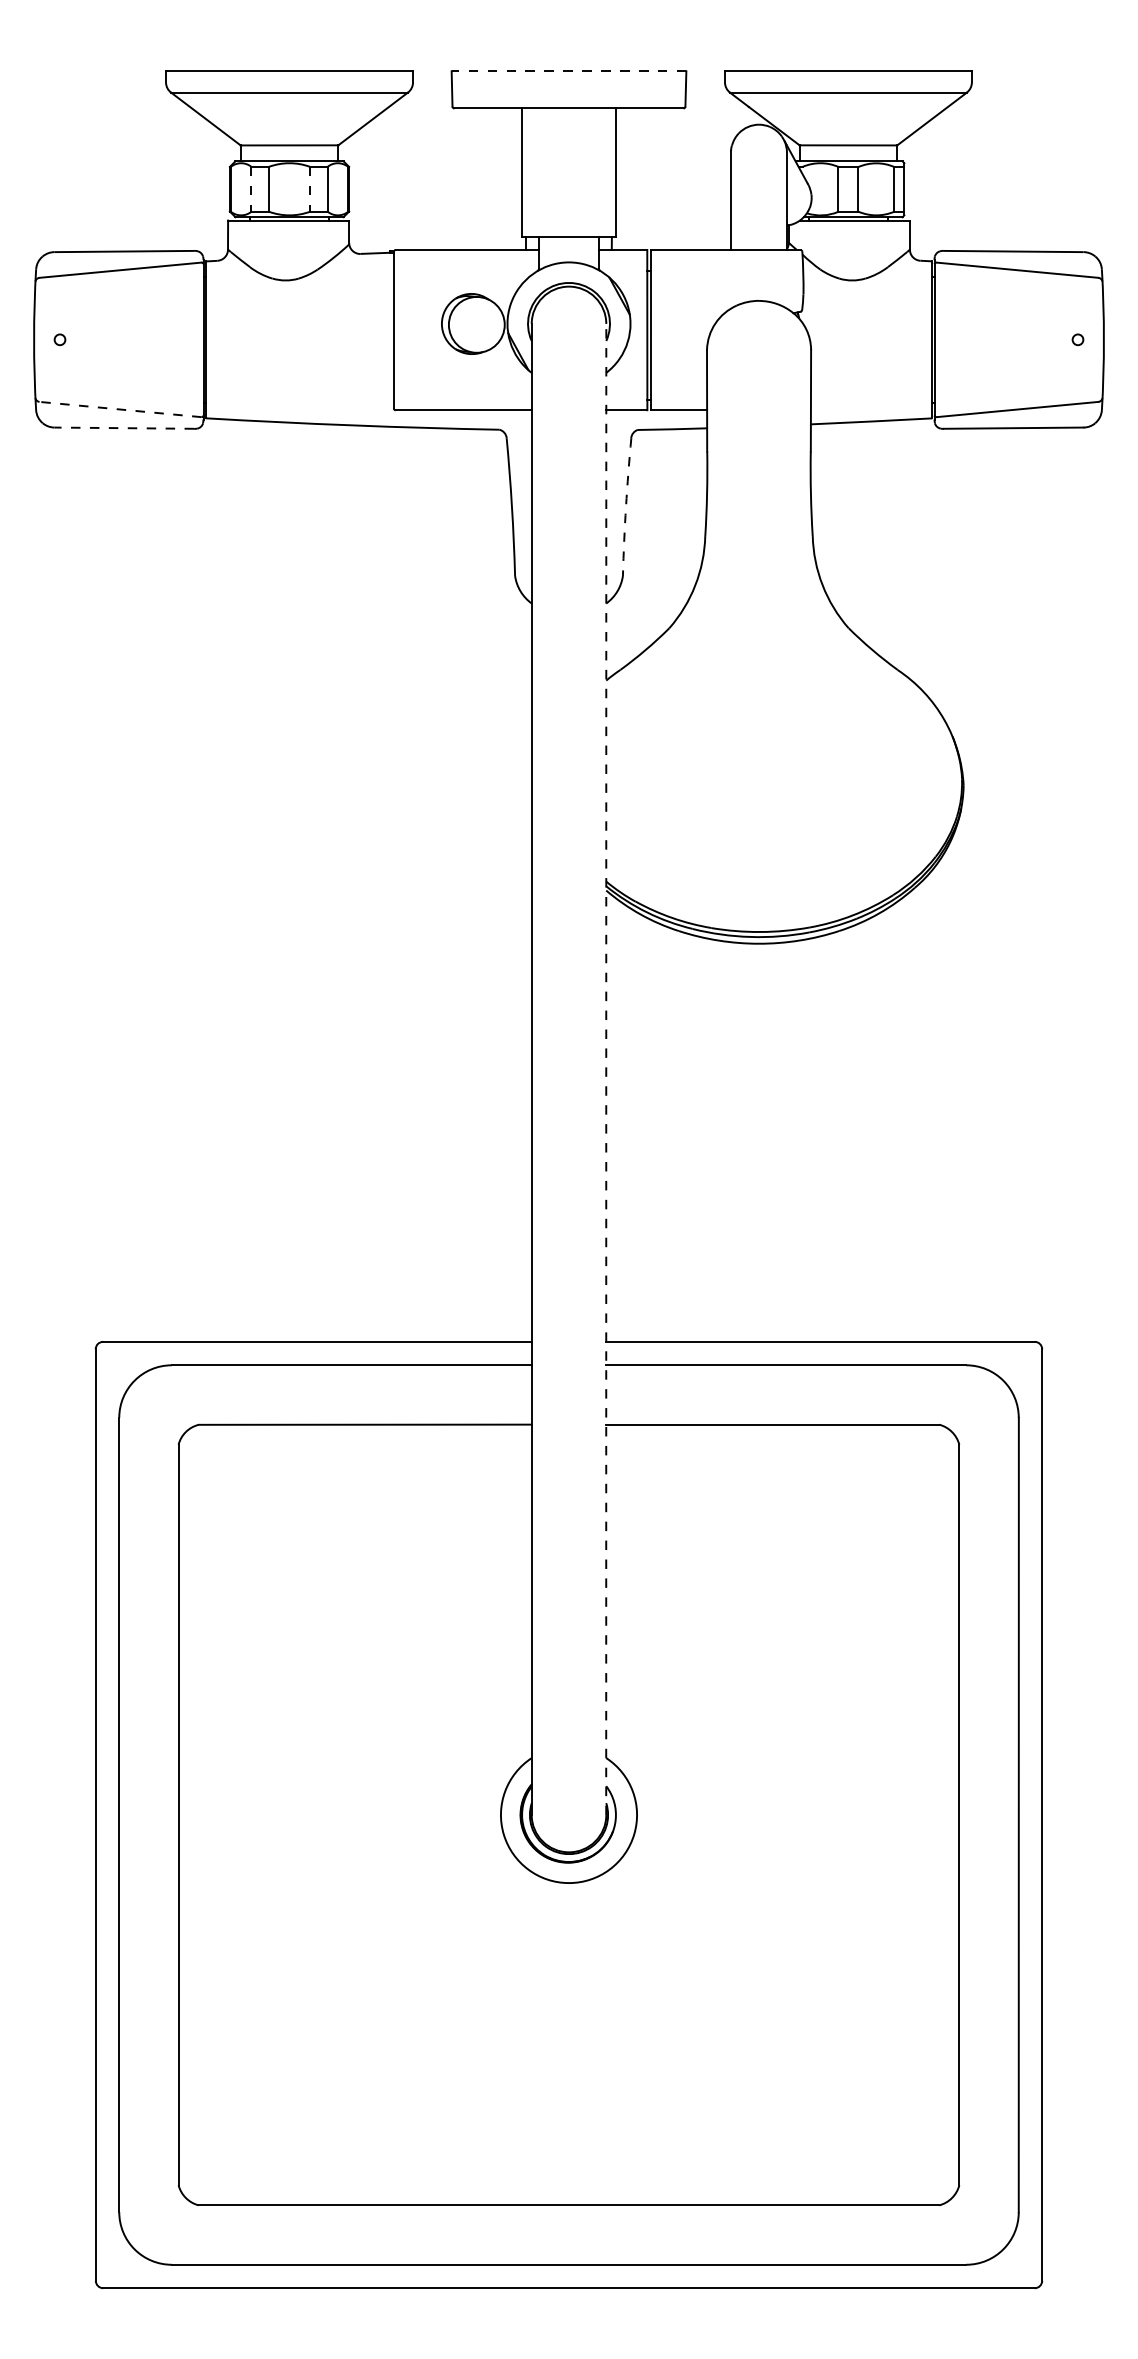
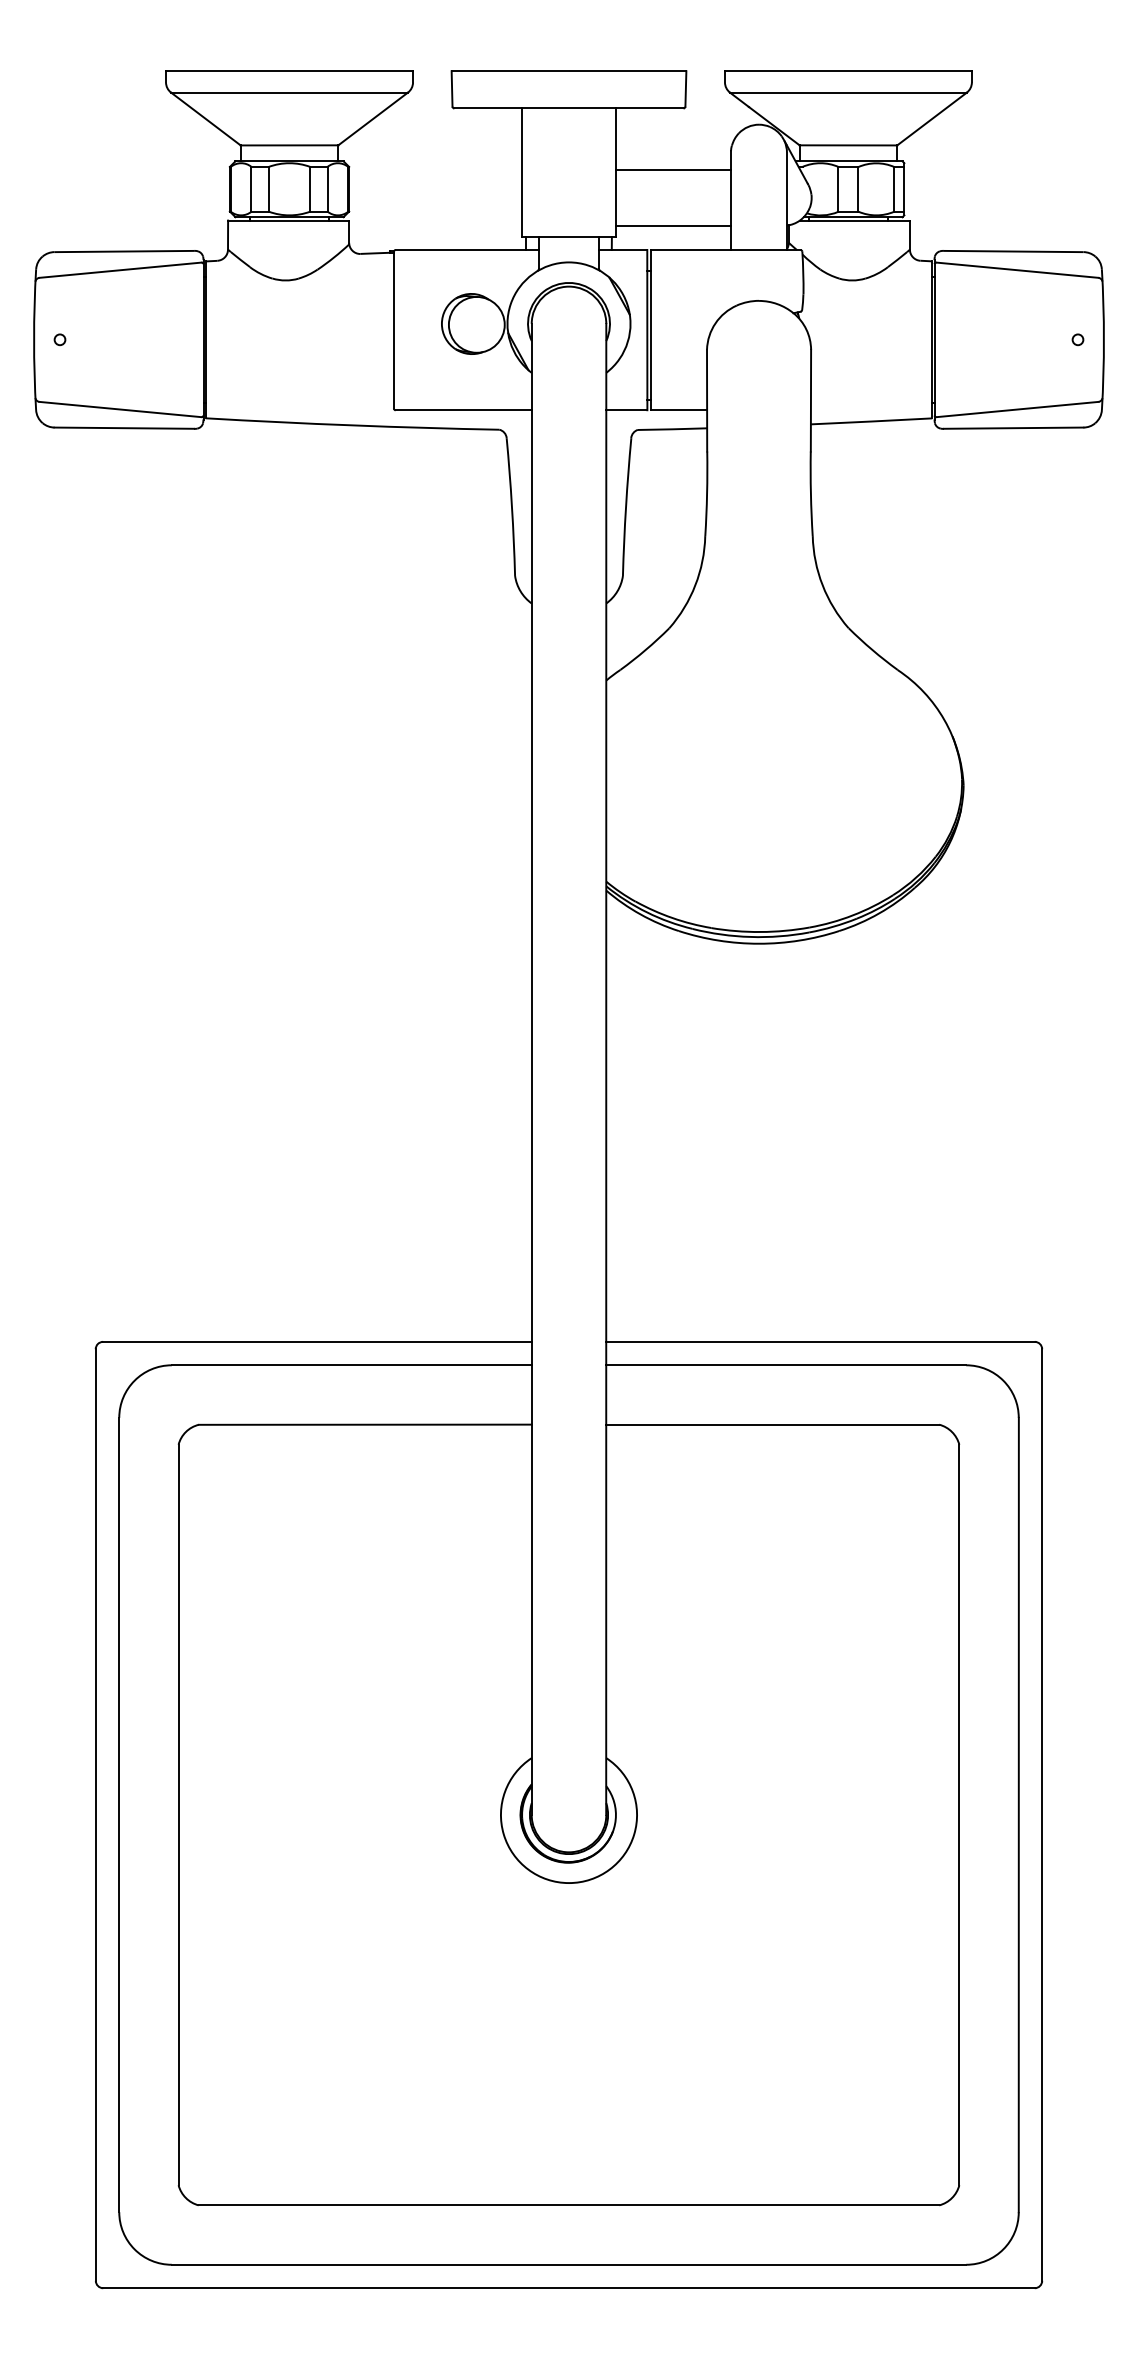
line at (568, 71): dashed -> solid
line at (673, 169): none -> present
line at (251, 189): dashed -> solid
line at (310, 189): dashed -> solid
line at (673, 225): none -> present
line at (120, 409): dashed -> solid
line at (124, 428): dashed -> solid
arc at (626, 507): dashed -> solid
line at (606, 1069): dashed -> solid
